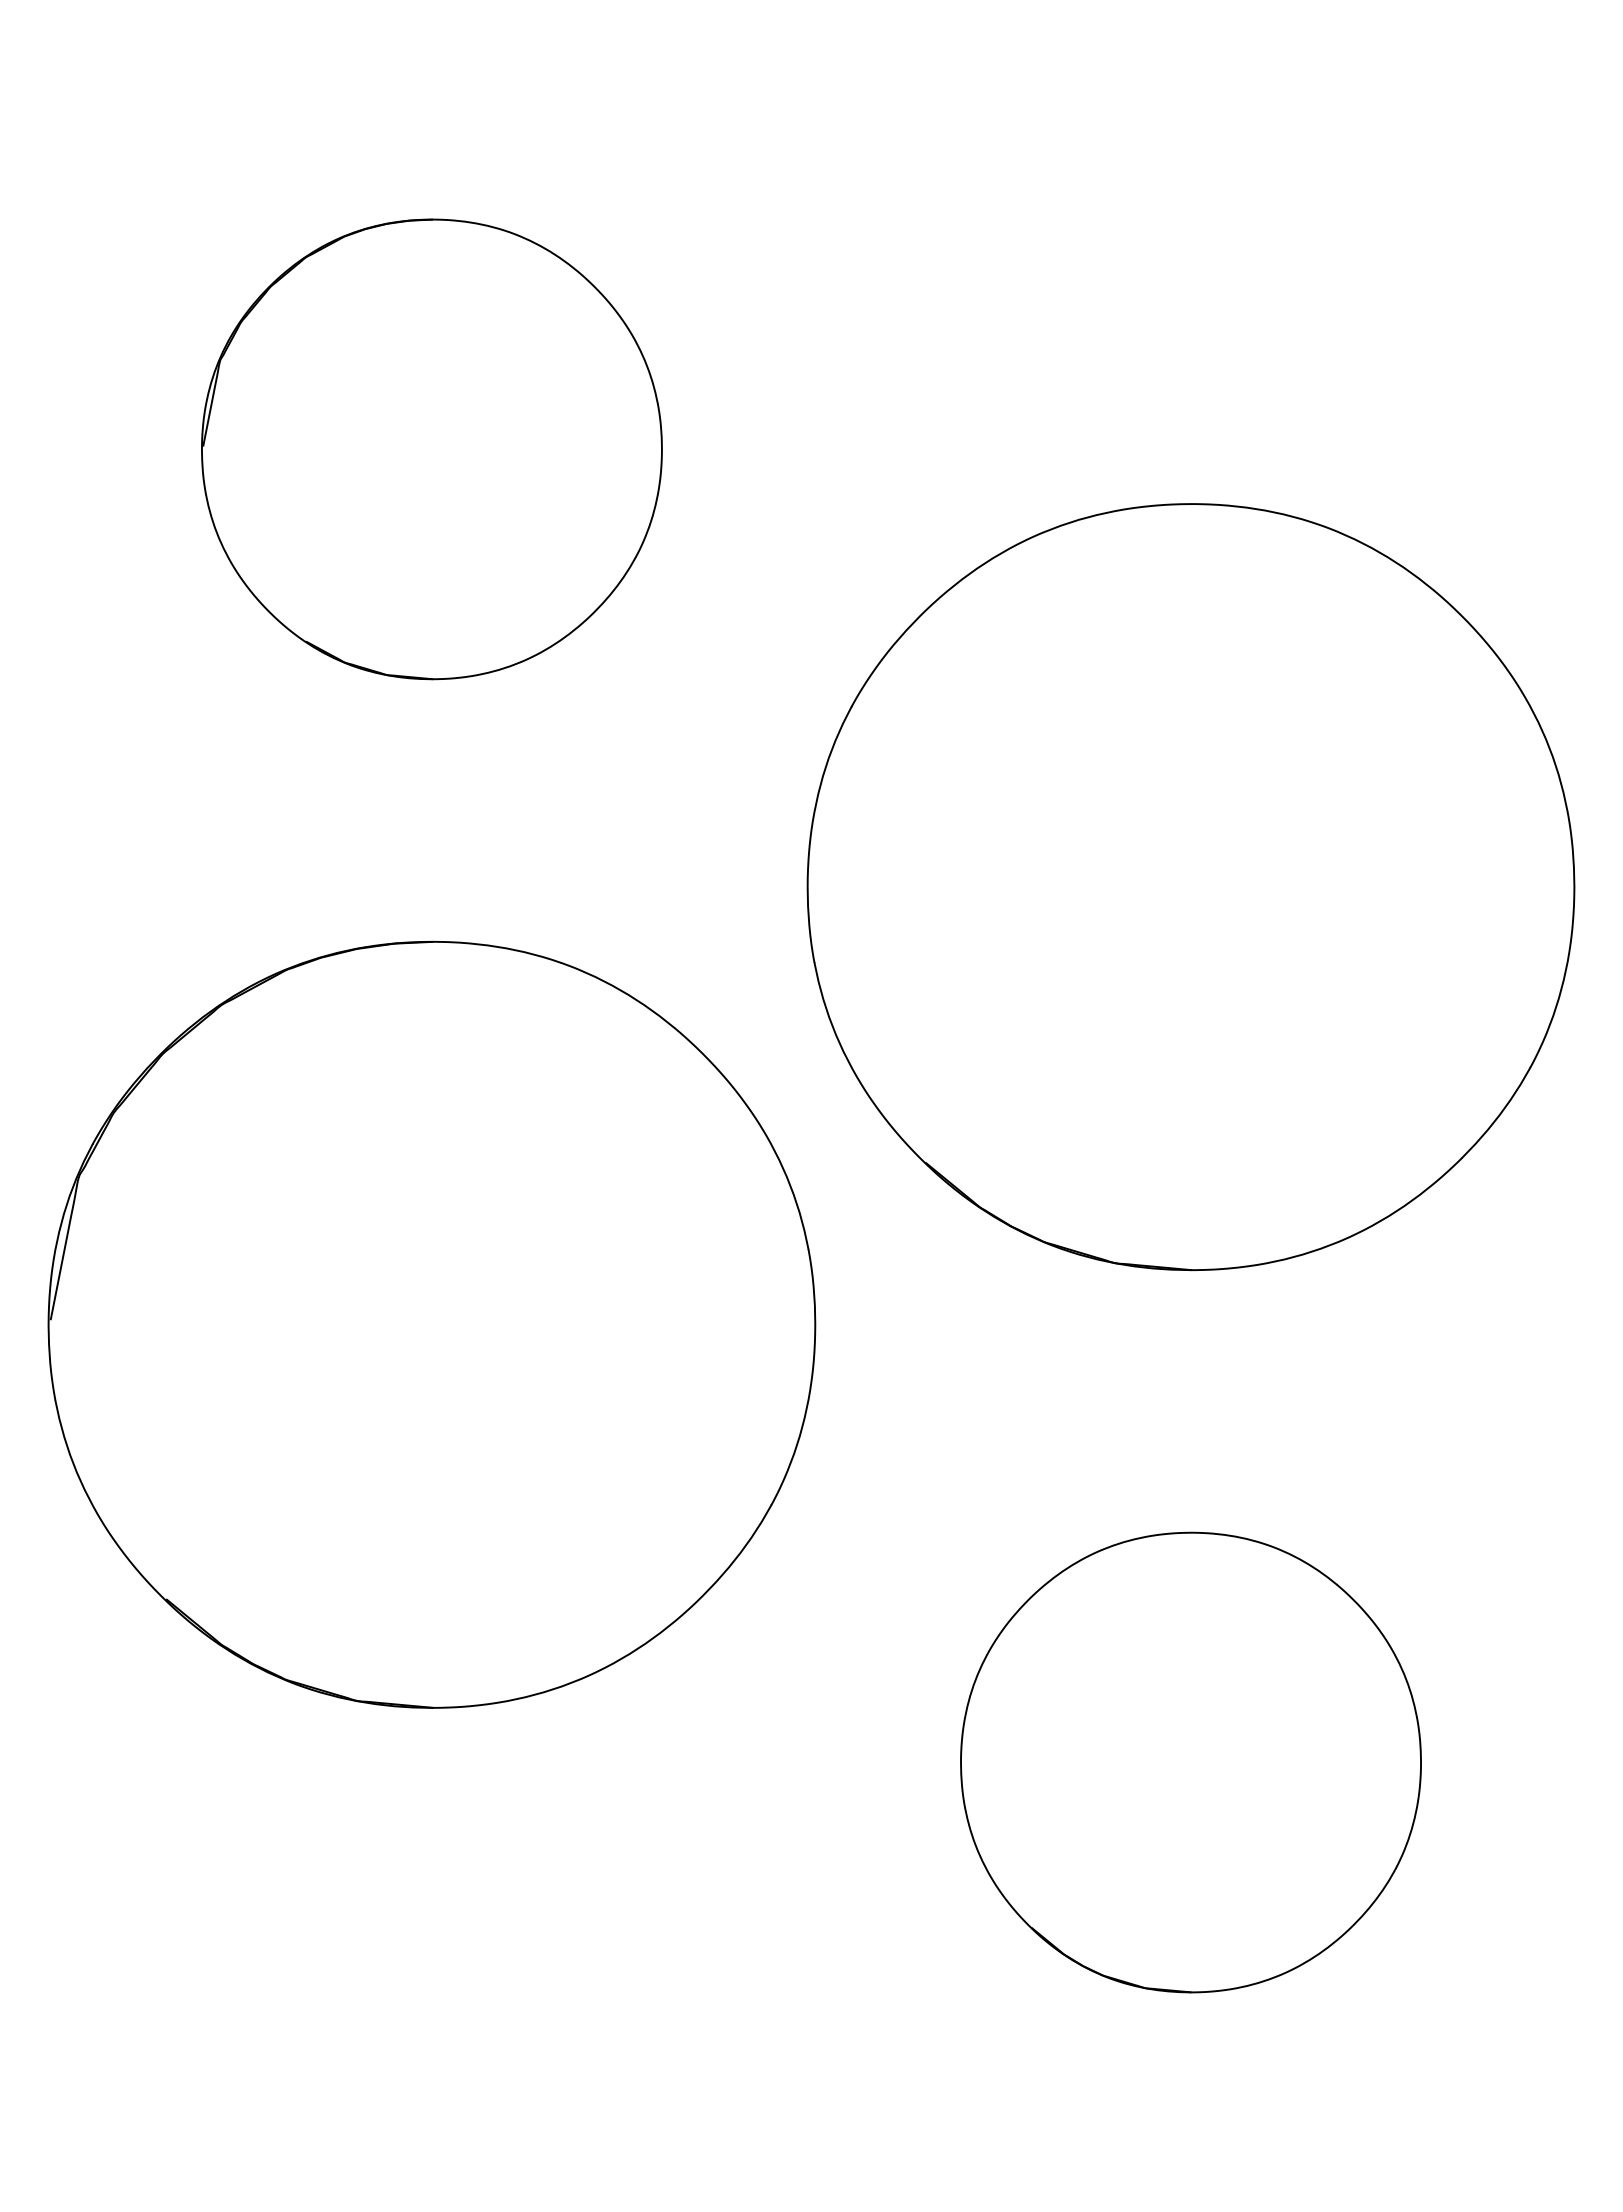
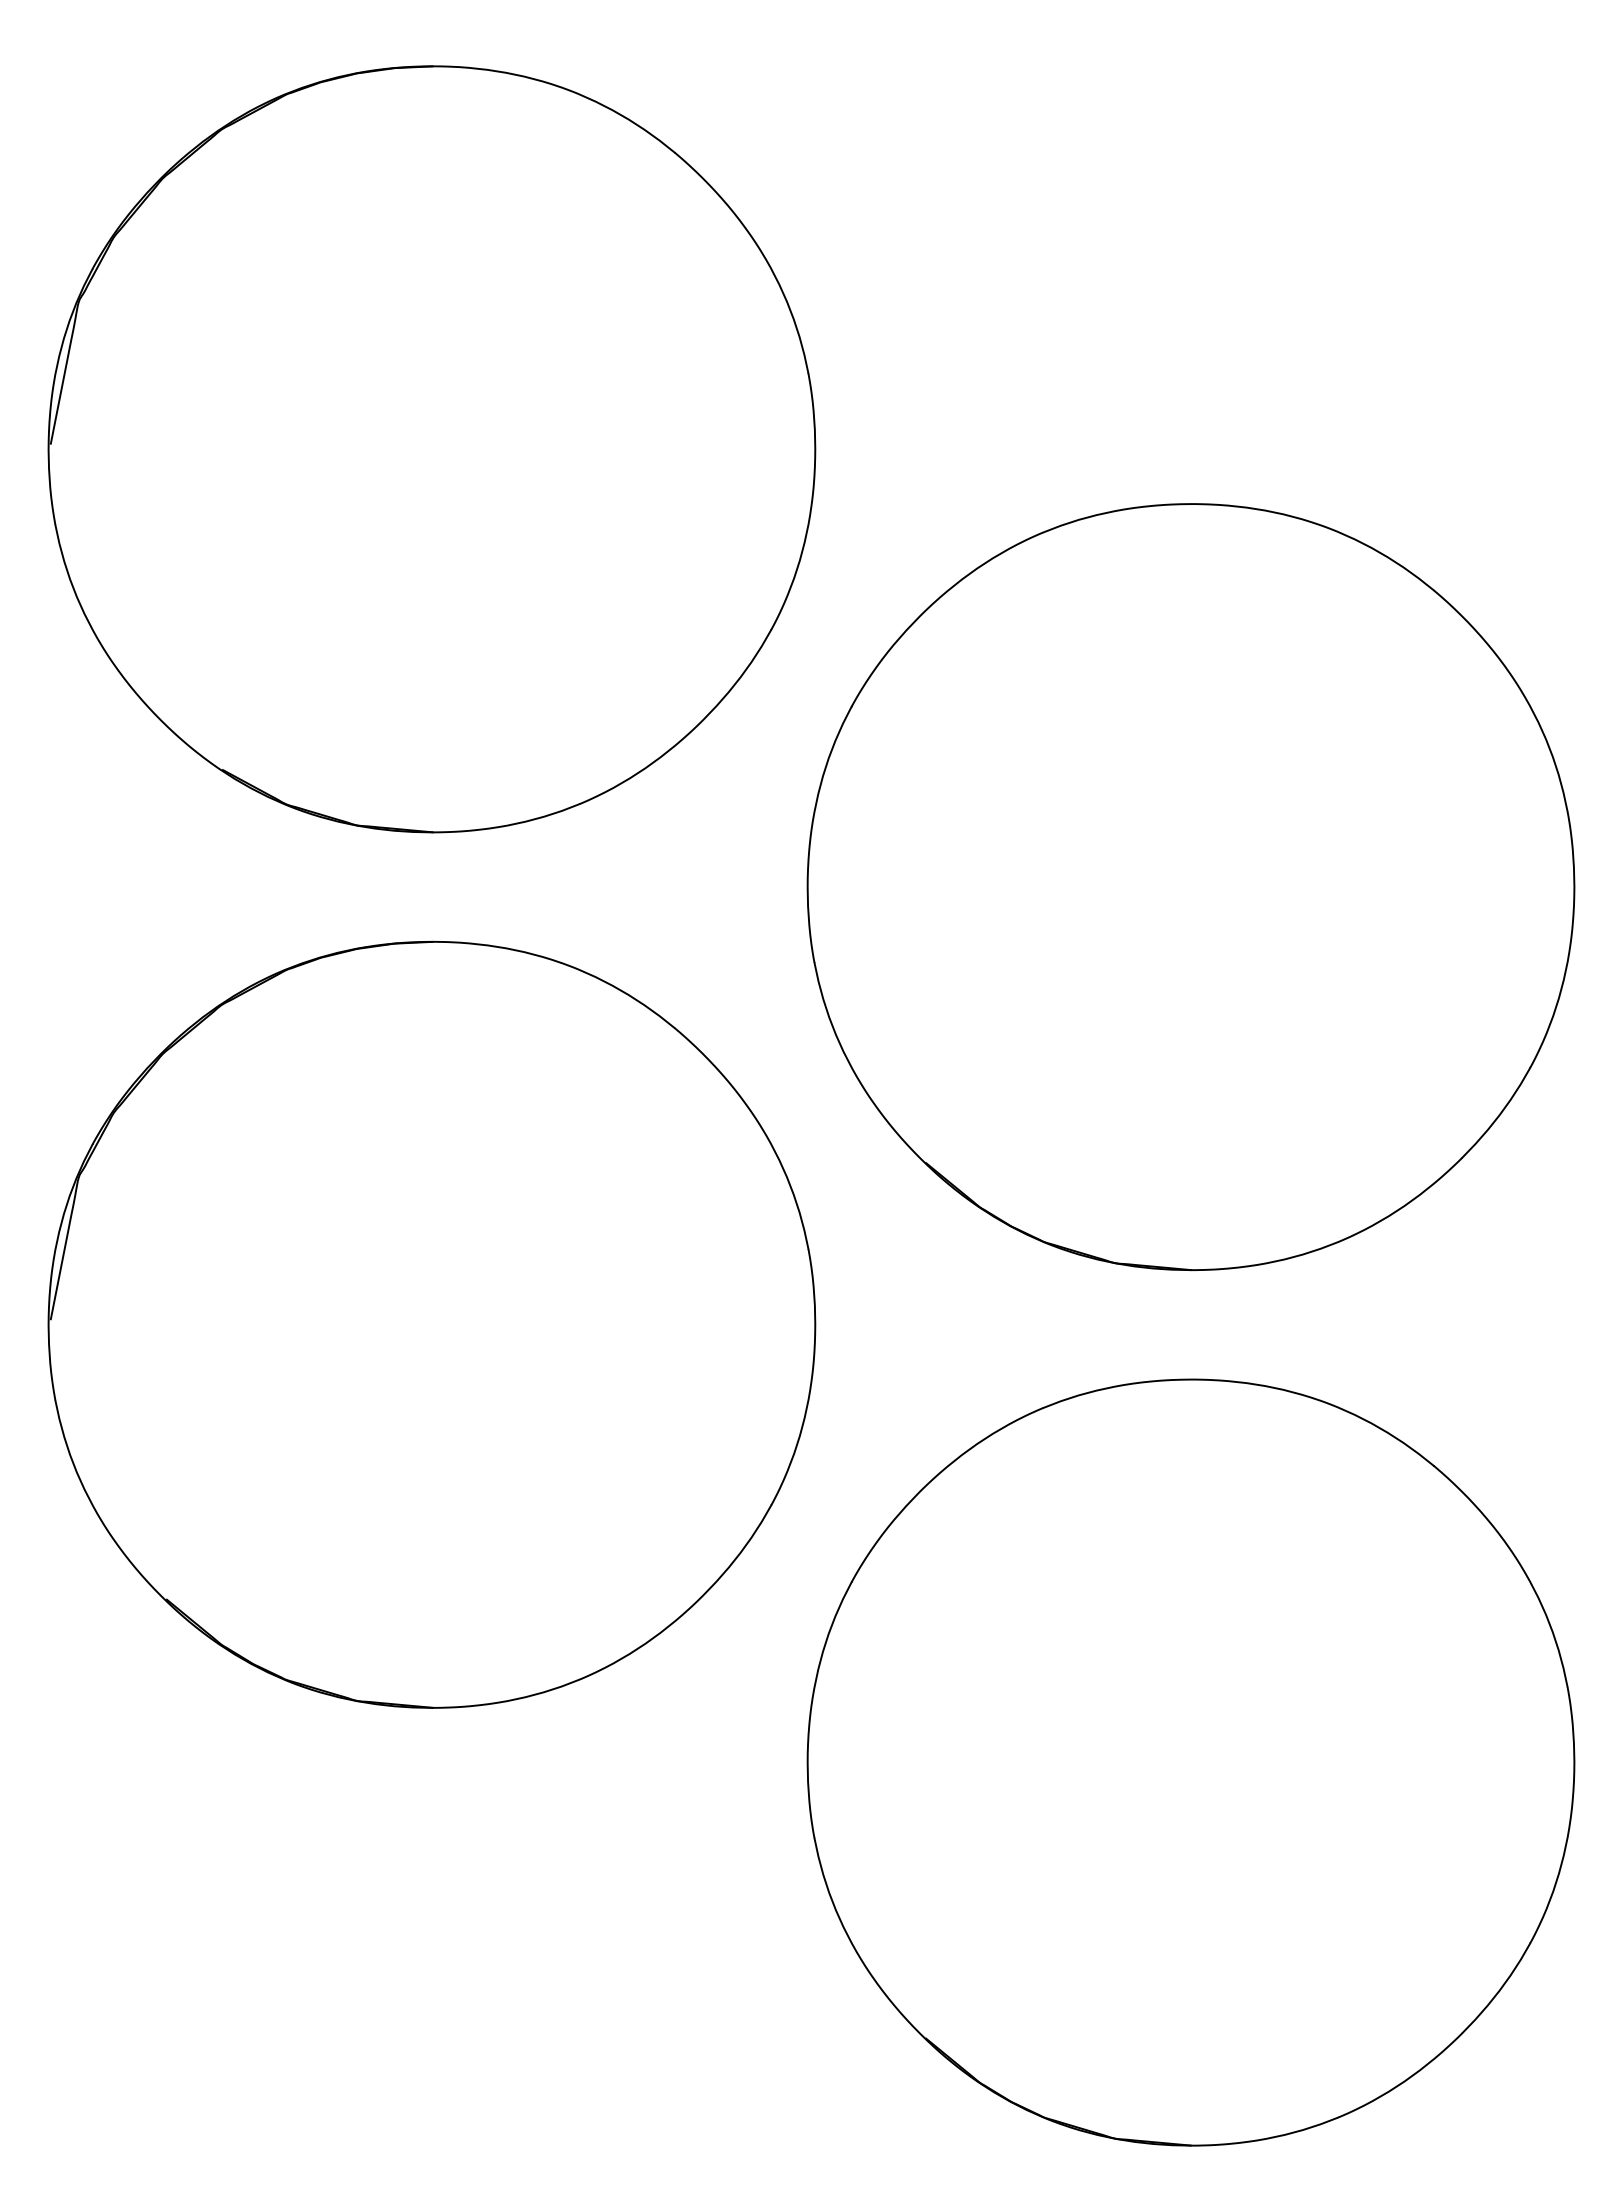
part at (431, 449) size: 462x463 px -> 770x769 px
part at (1190, 1762) size: 462x463 px -> 770x769 px
